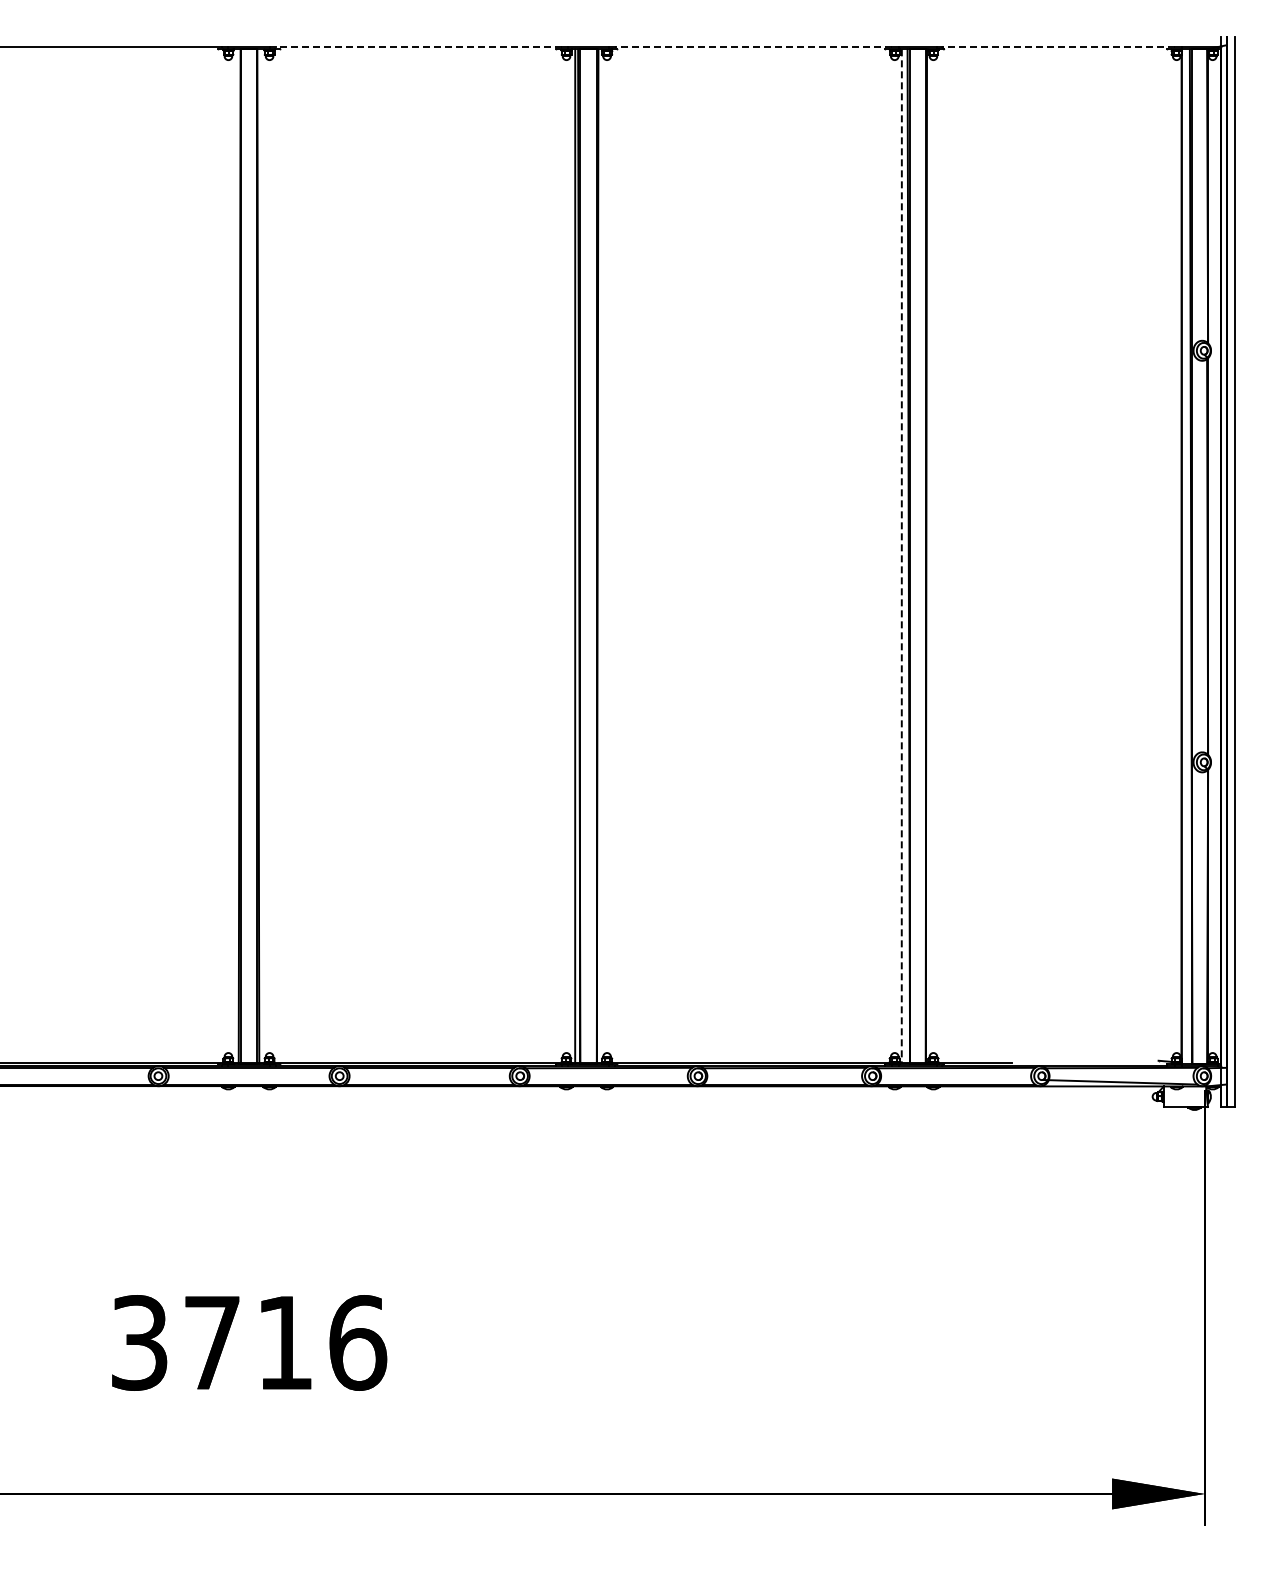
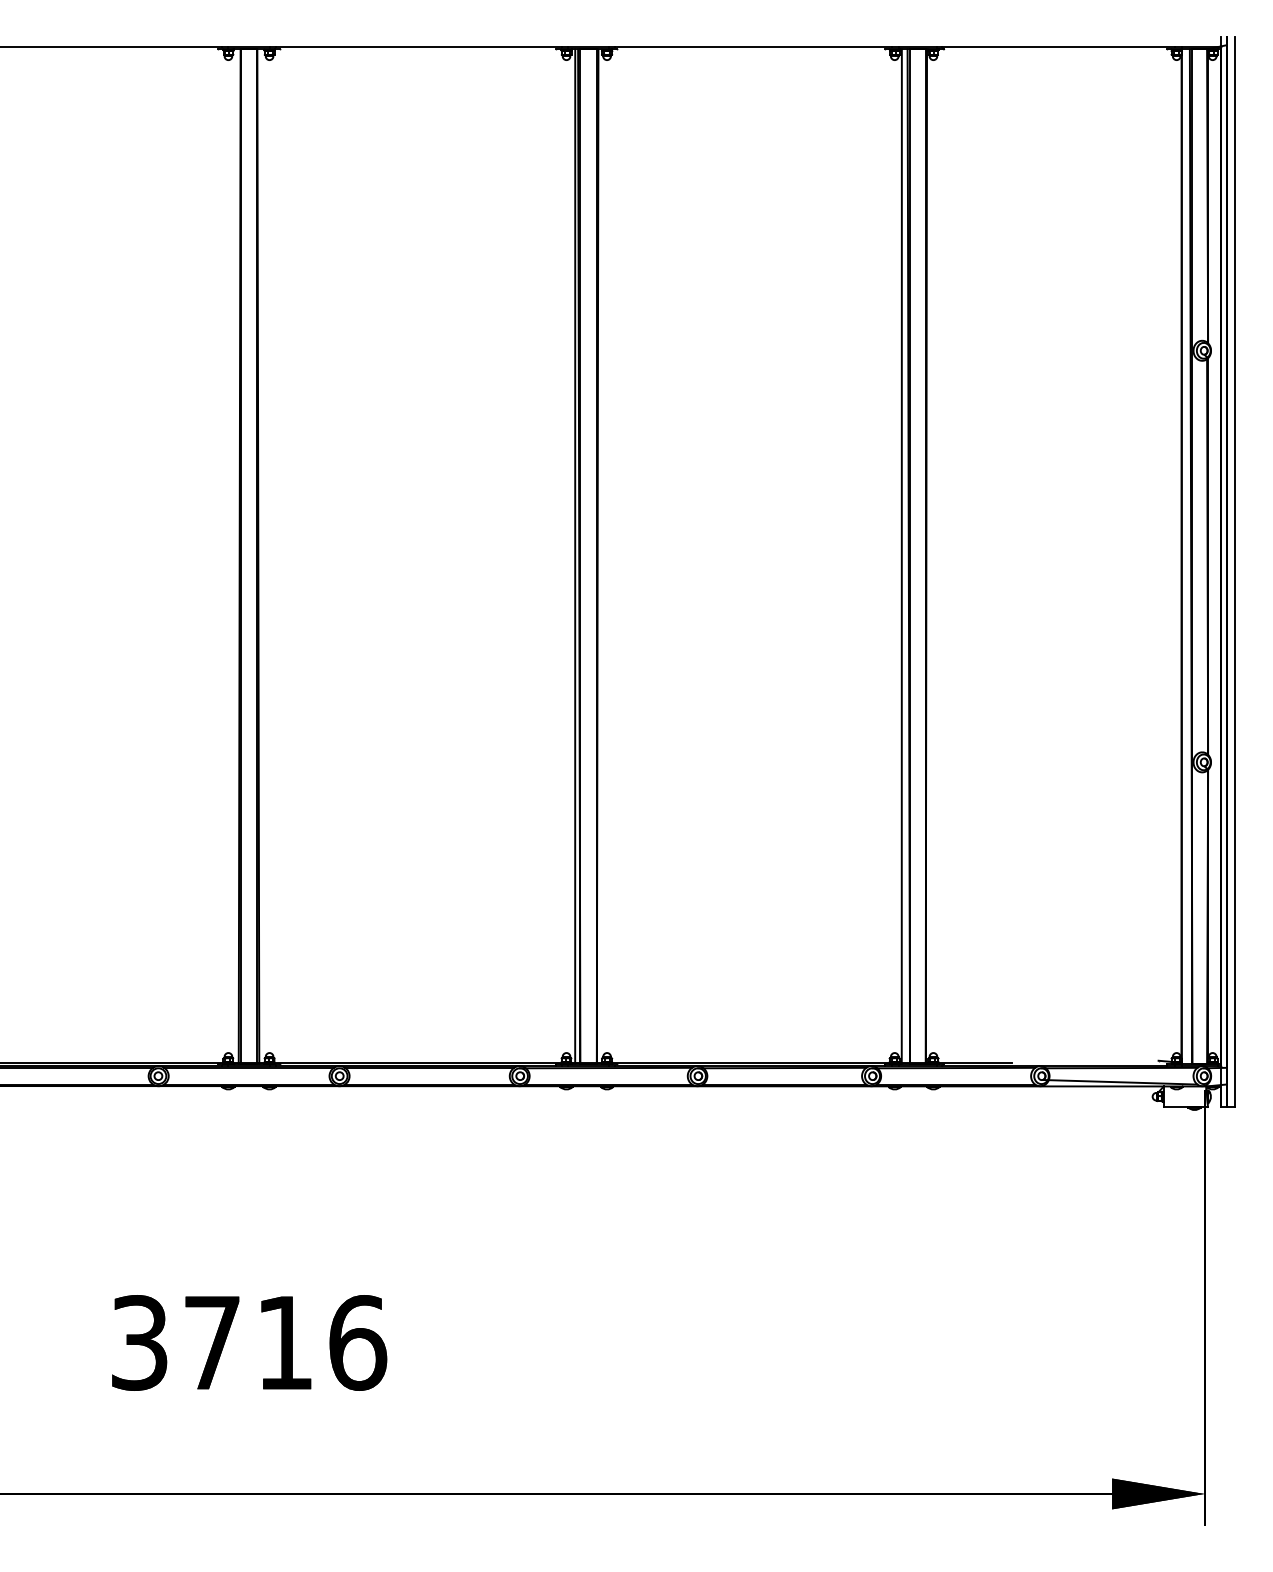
line at (418, 47): dashed -> solid
line at (753, 47): dashed -> solid
line at (1058, 47): dashed -> solid
line at (901, 557): dashed -> solid
